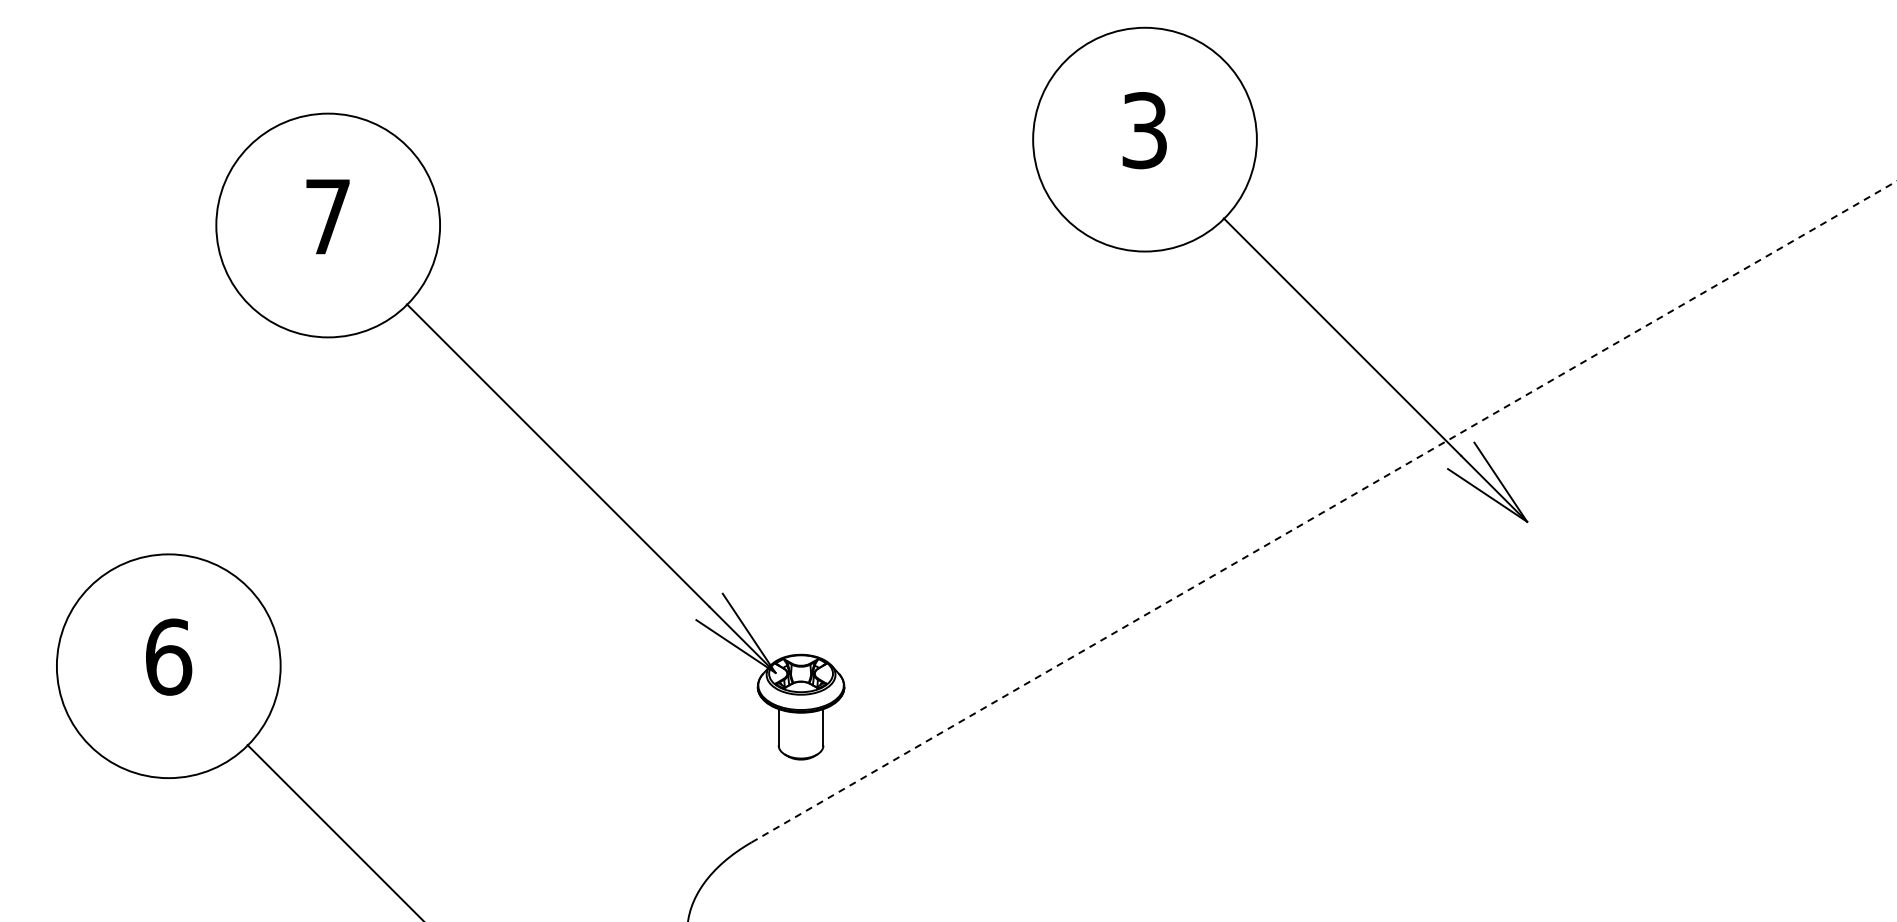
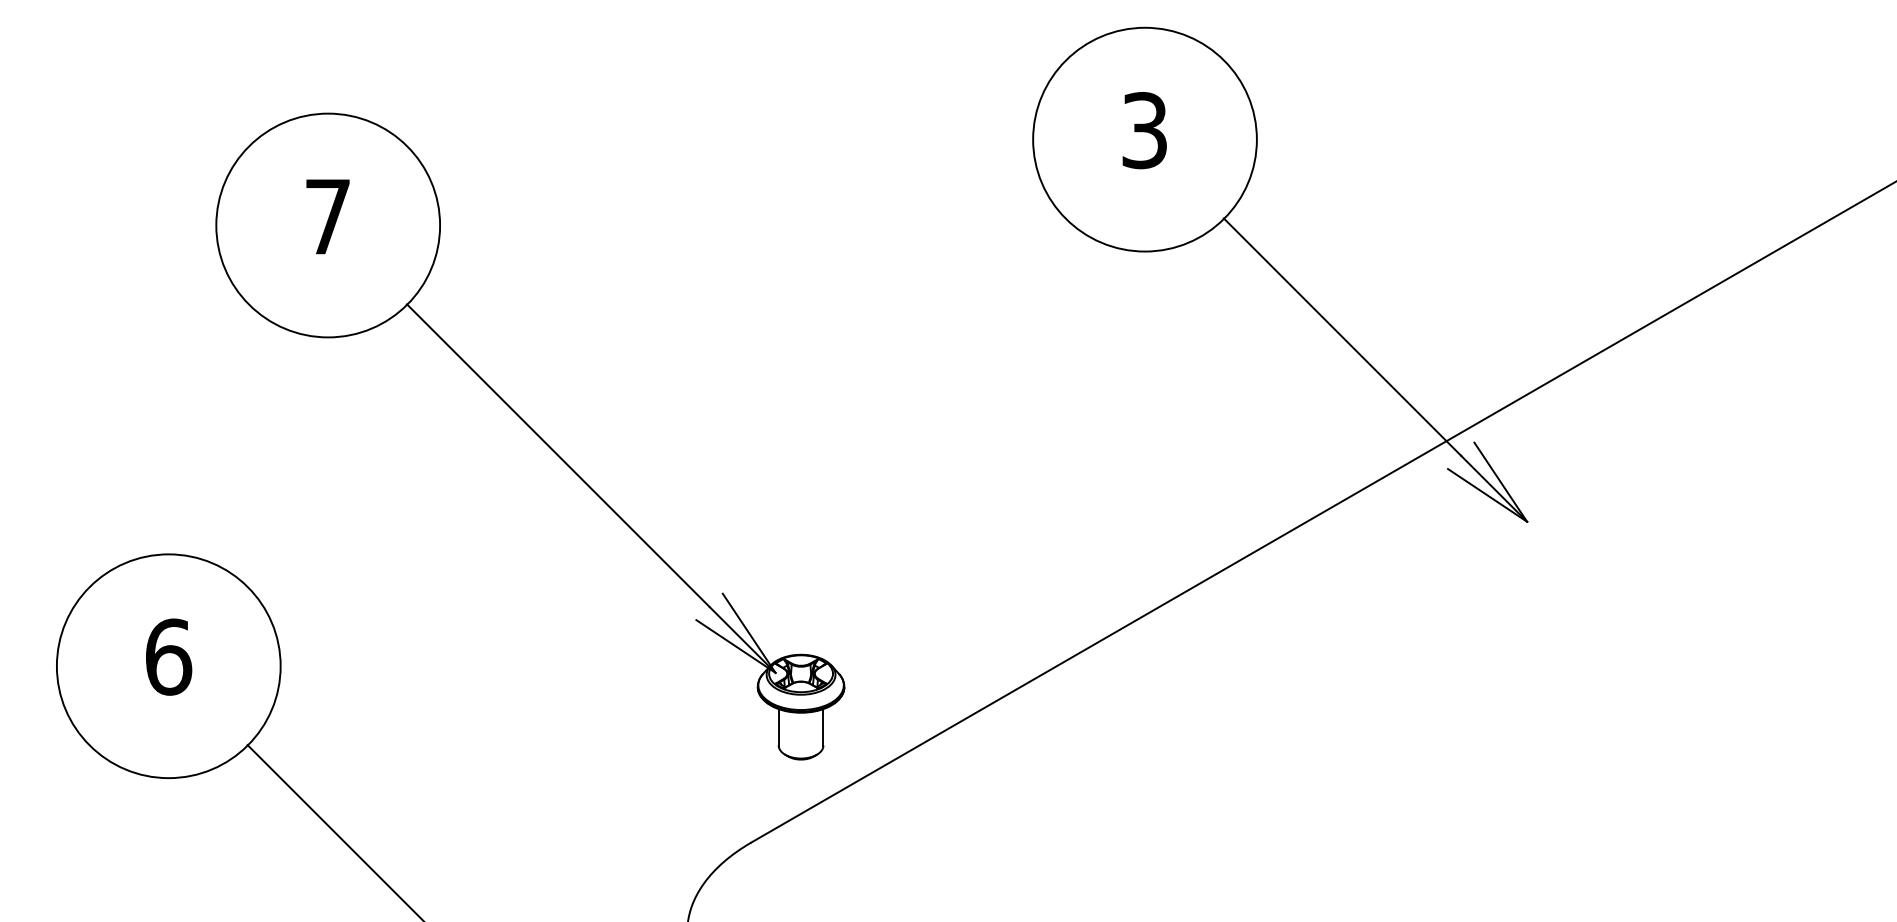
line at (1324, 511): dashed -> solid
